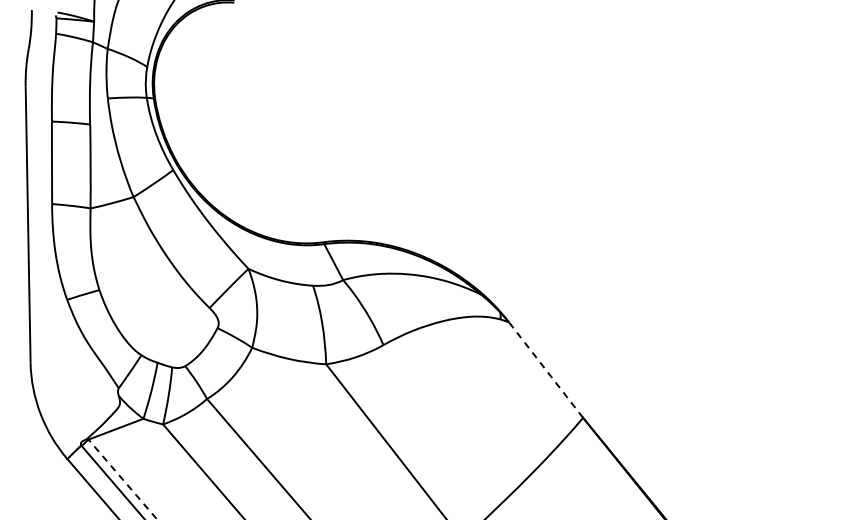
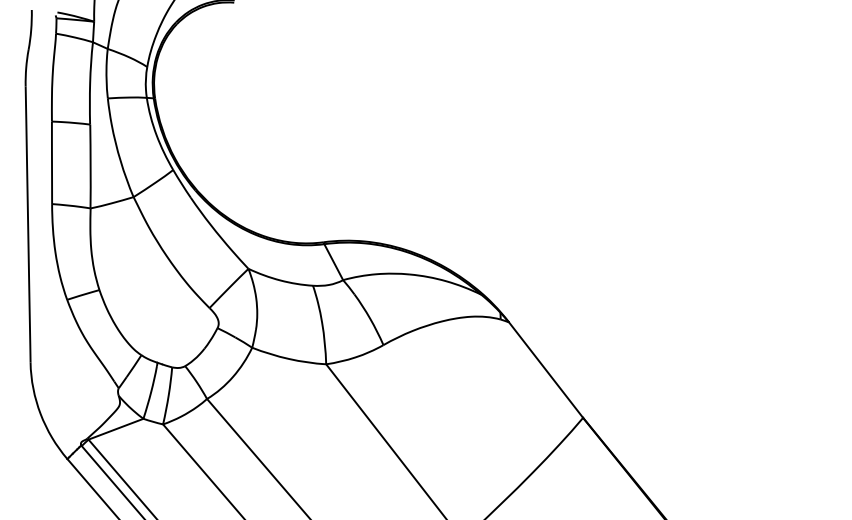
line at (545, 369): dashed -> solid
line at (122, 479): dashed -> solid
